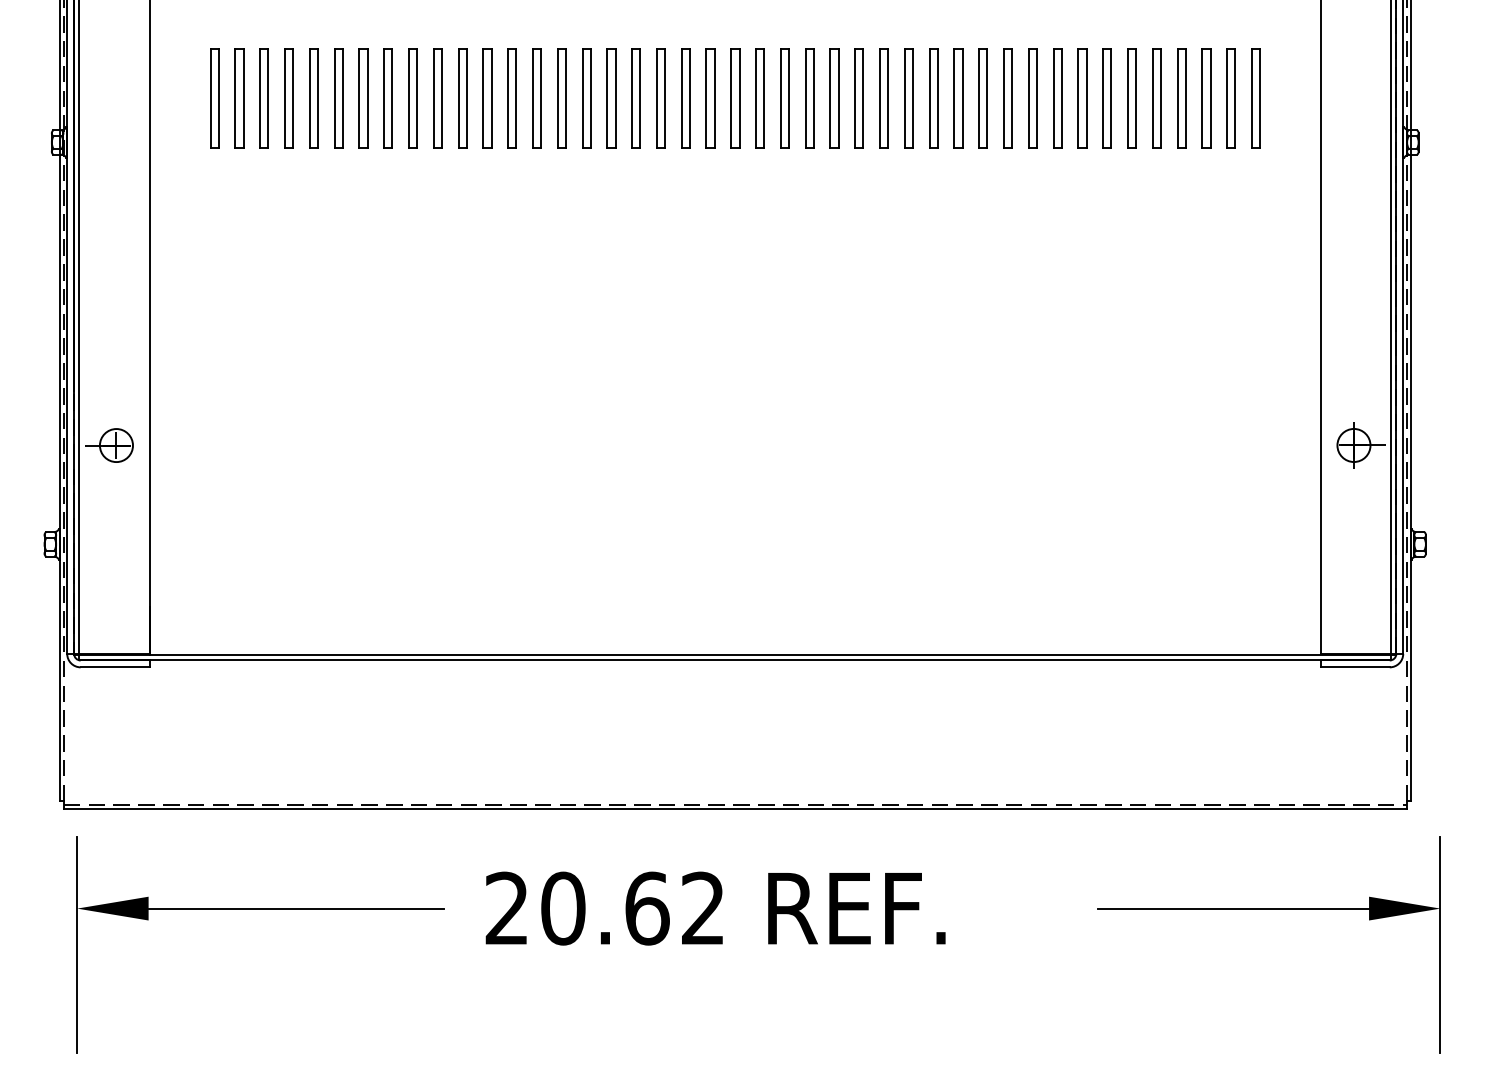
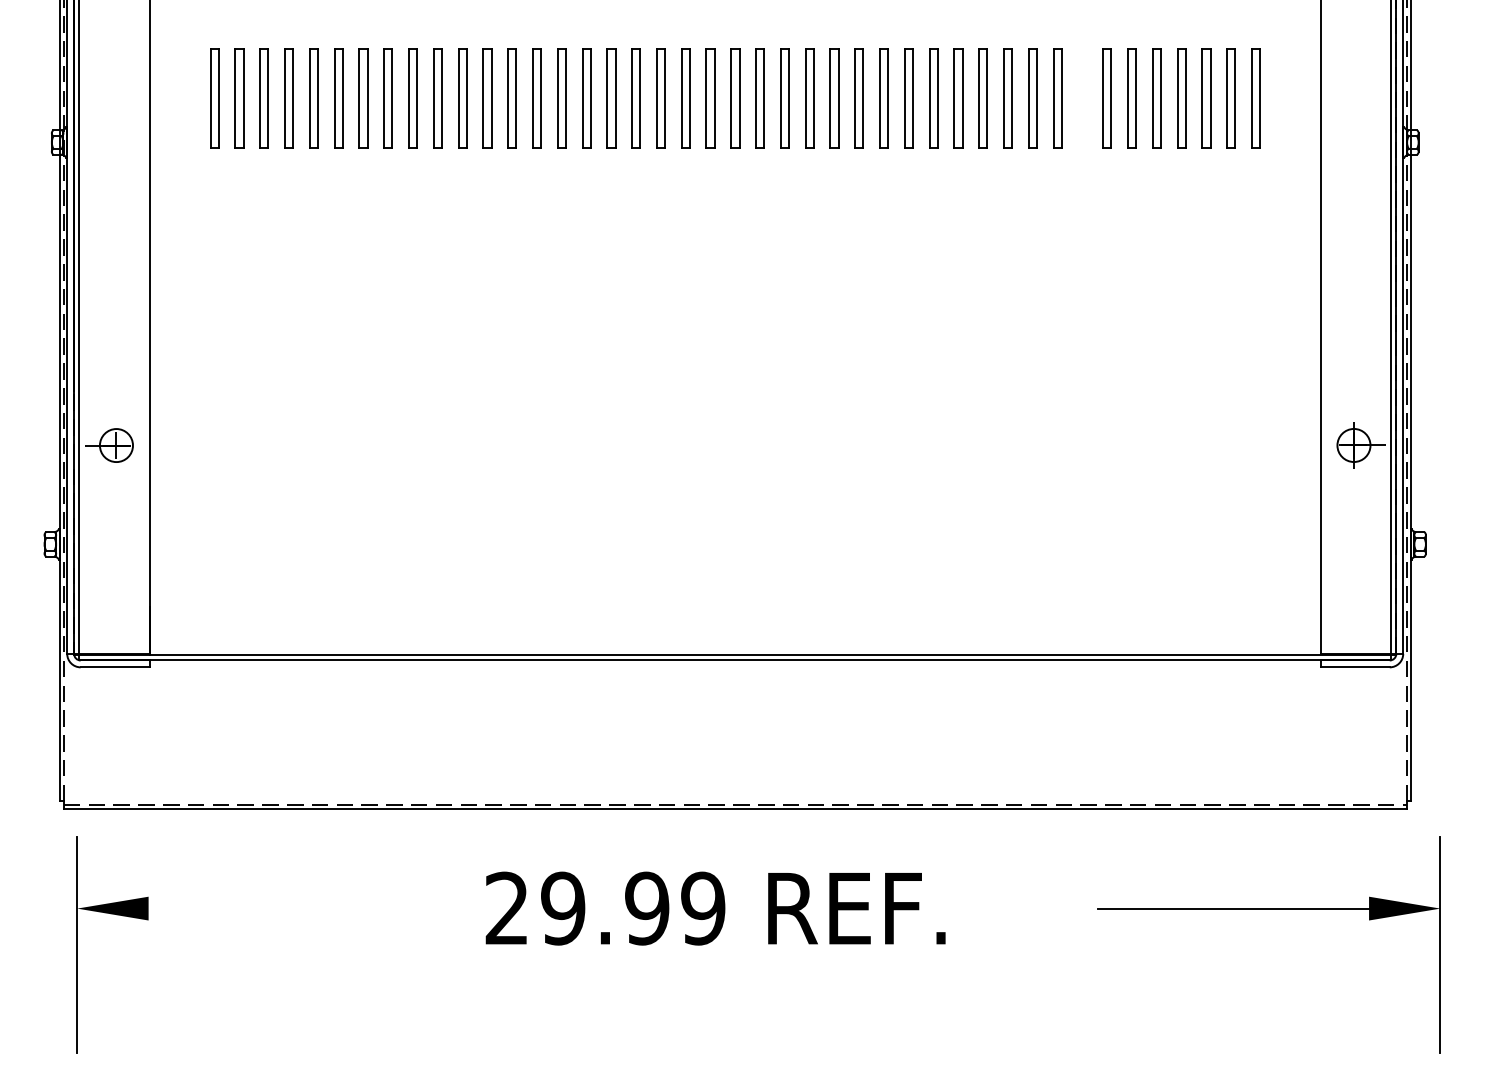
part at (1082, 98): present -> none
line at (295, 908): present -> none
text at (633, 908): 20.62 -> 29.99
